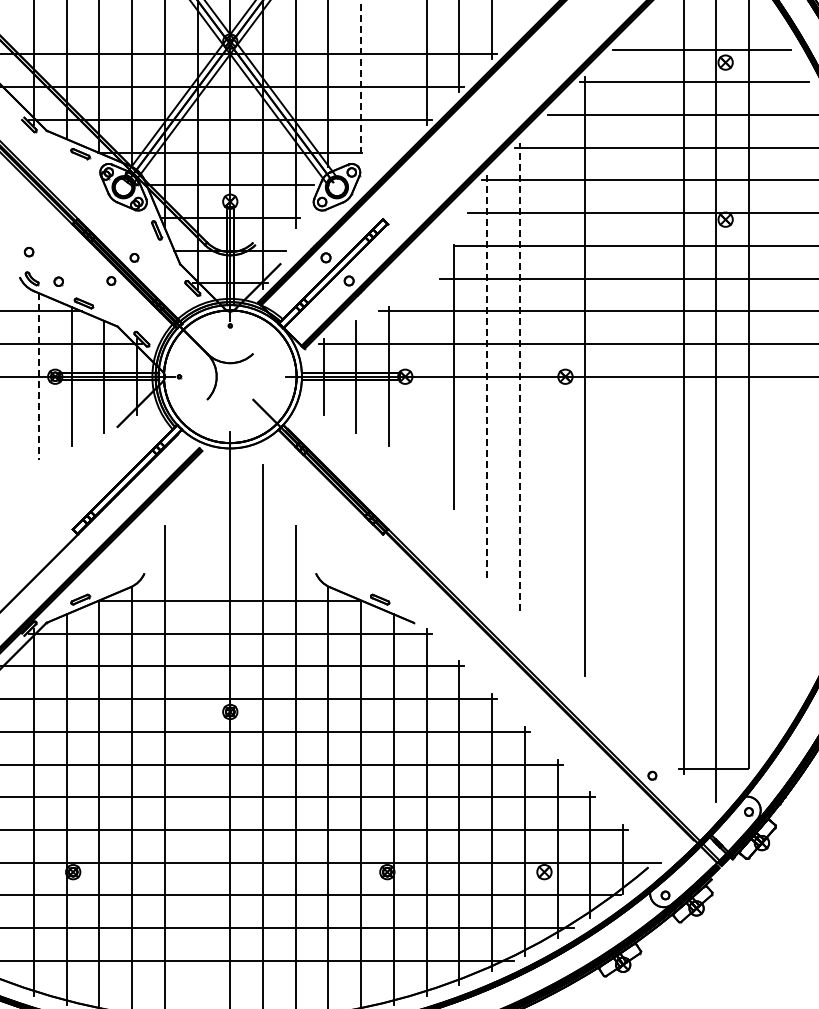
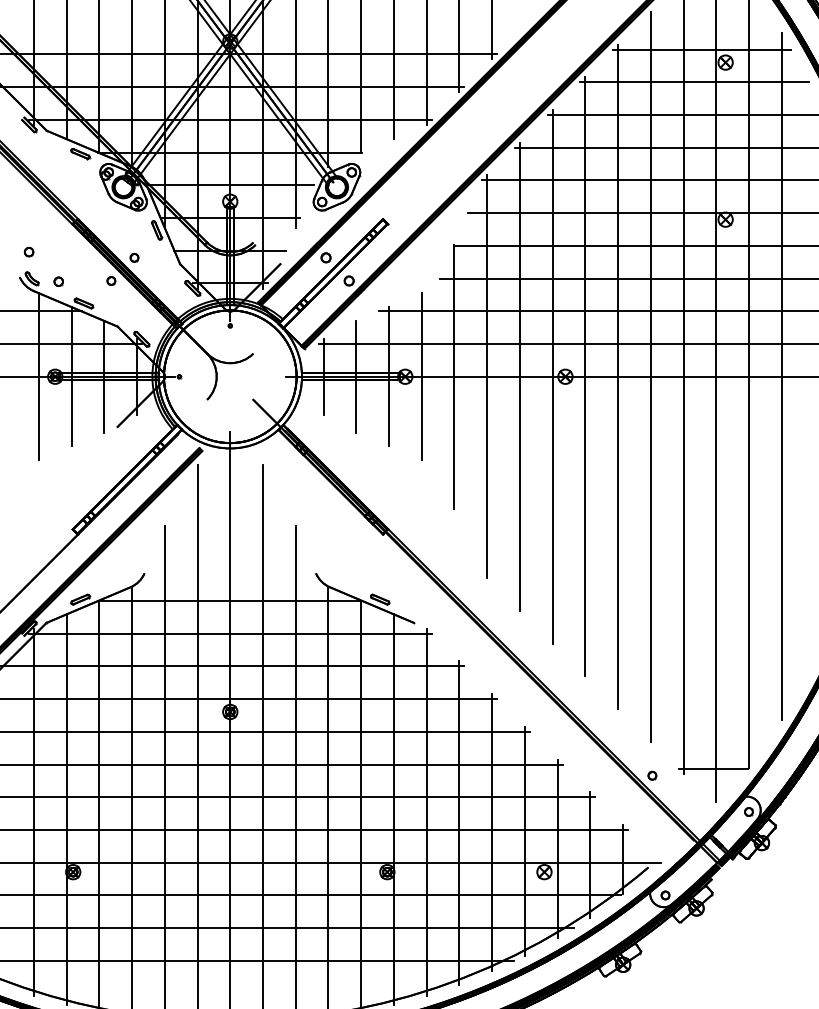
line at (393, 70): none -> present
line at (361, 77): dashed -> solid
line at (38, 376): dashed -> solid
line at (421, 376): none -> present
line at (487, 376): dashed -> solid
line at (519, 376): dashed -> solid
line at (552, 376): none -> present
line at (618, 376): none -> present
line at (650, 376): none -> present
line at (781, 376): none -> present
line at (197, 735): none -> present
